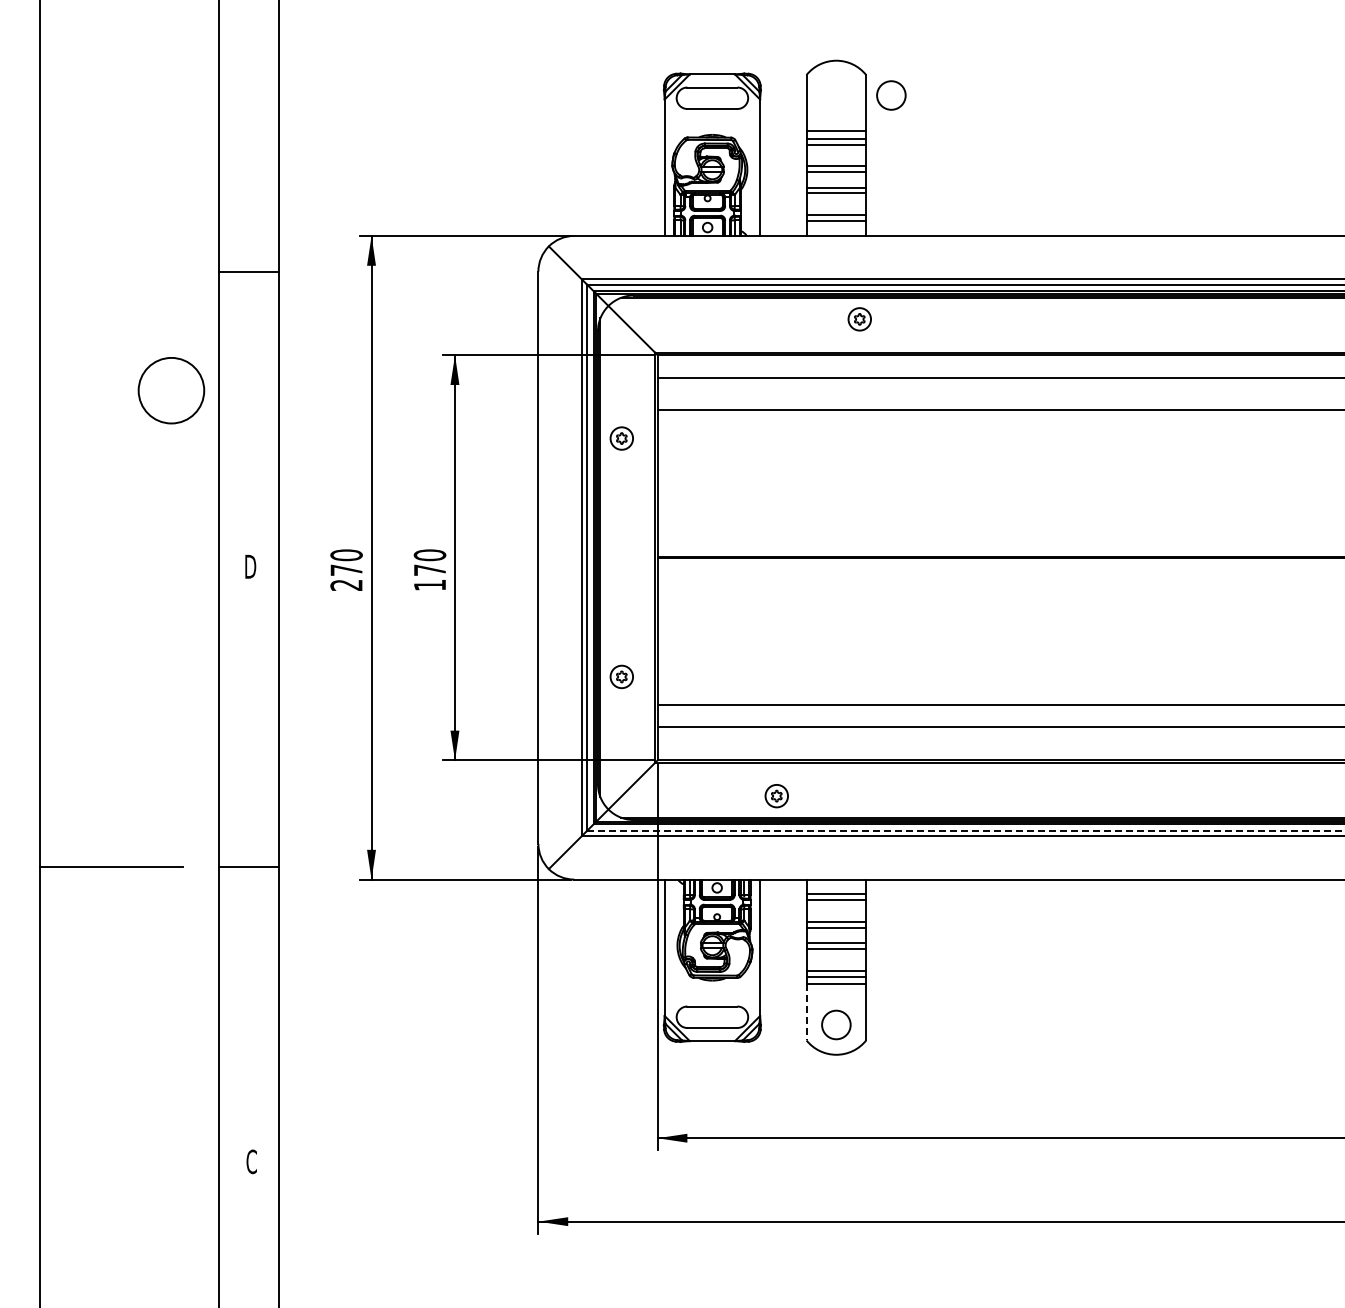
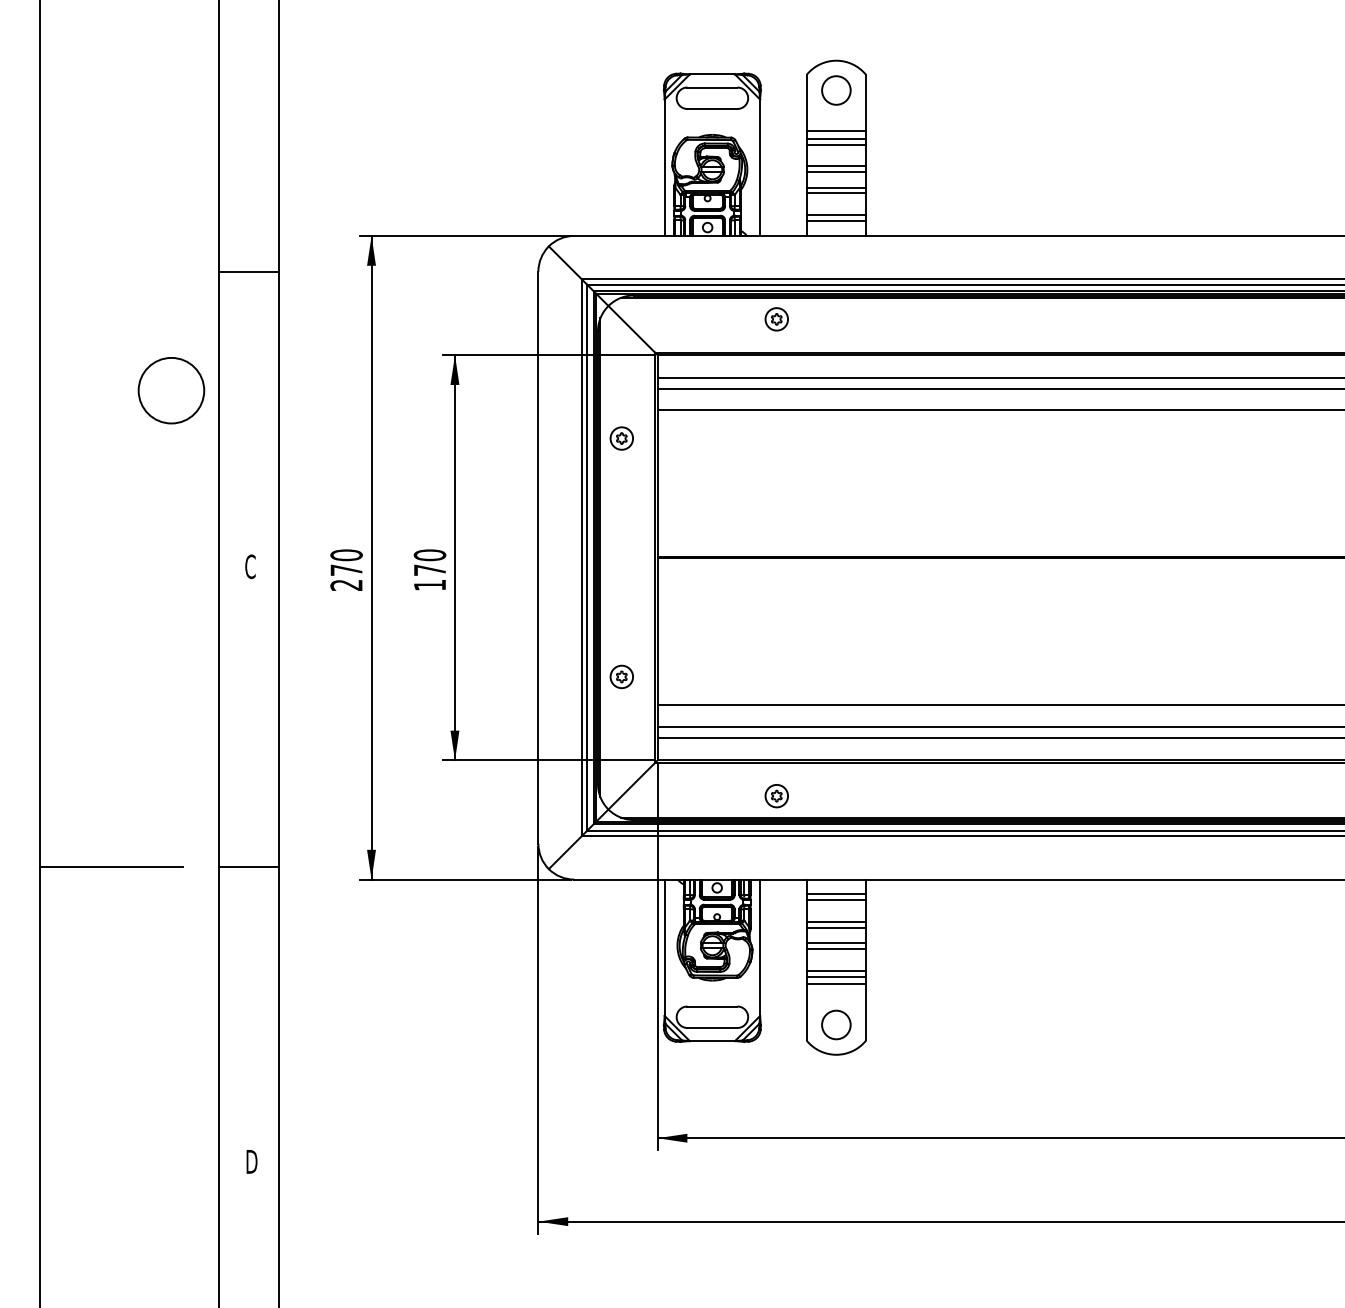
circle at (891, 95) position: (891, 95) -> (836, 90)
part at (859, 319) position: (859, 319) -> (776, 319)
line at (999, 388): none -> present
text at (250, 566): D -> C
line at (999, 737): none -> present
line at (965, 831): dashed -> solid
line at (806, 1012): dashed -> solid
text at (251, 1161): C -> D
